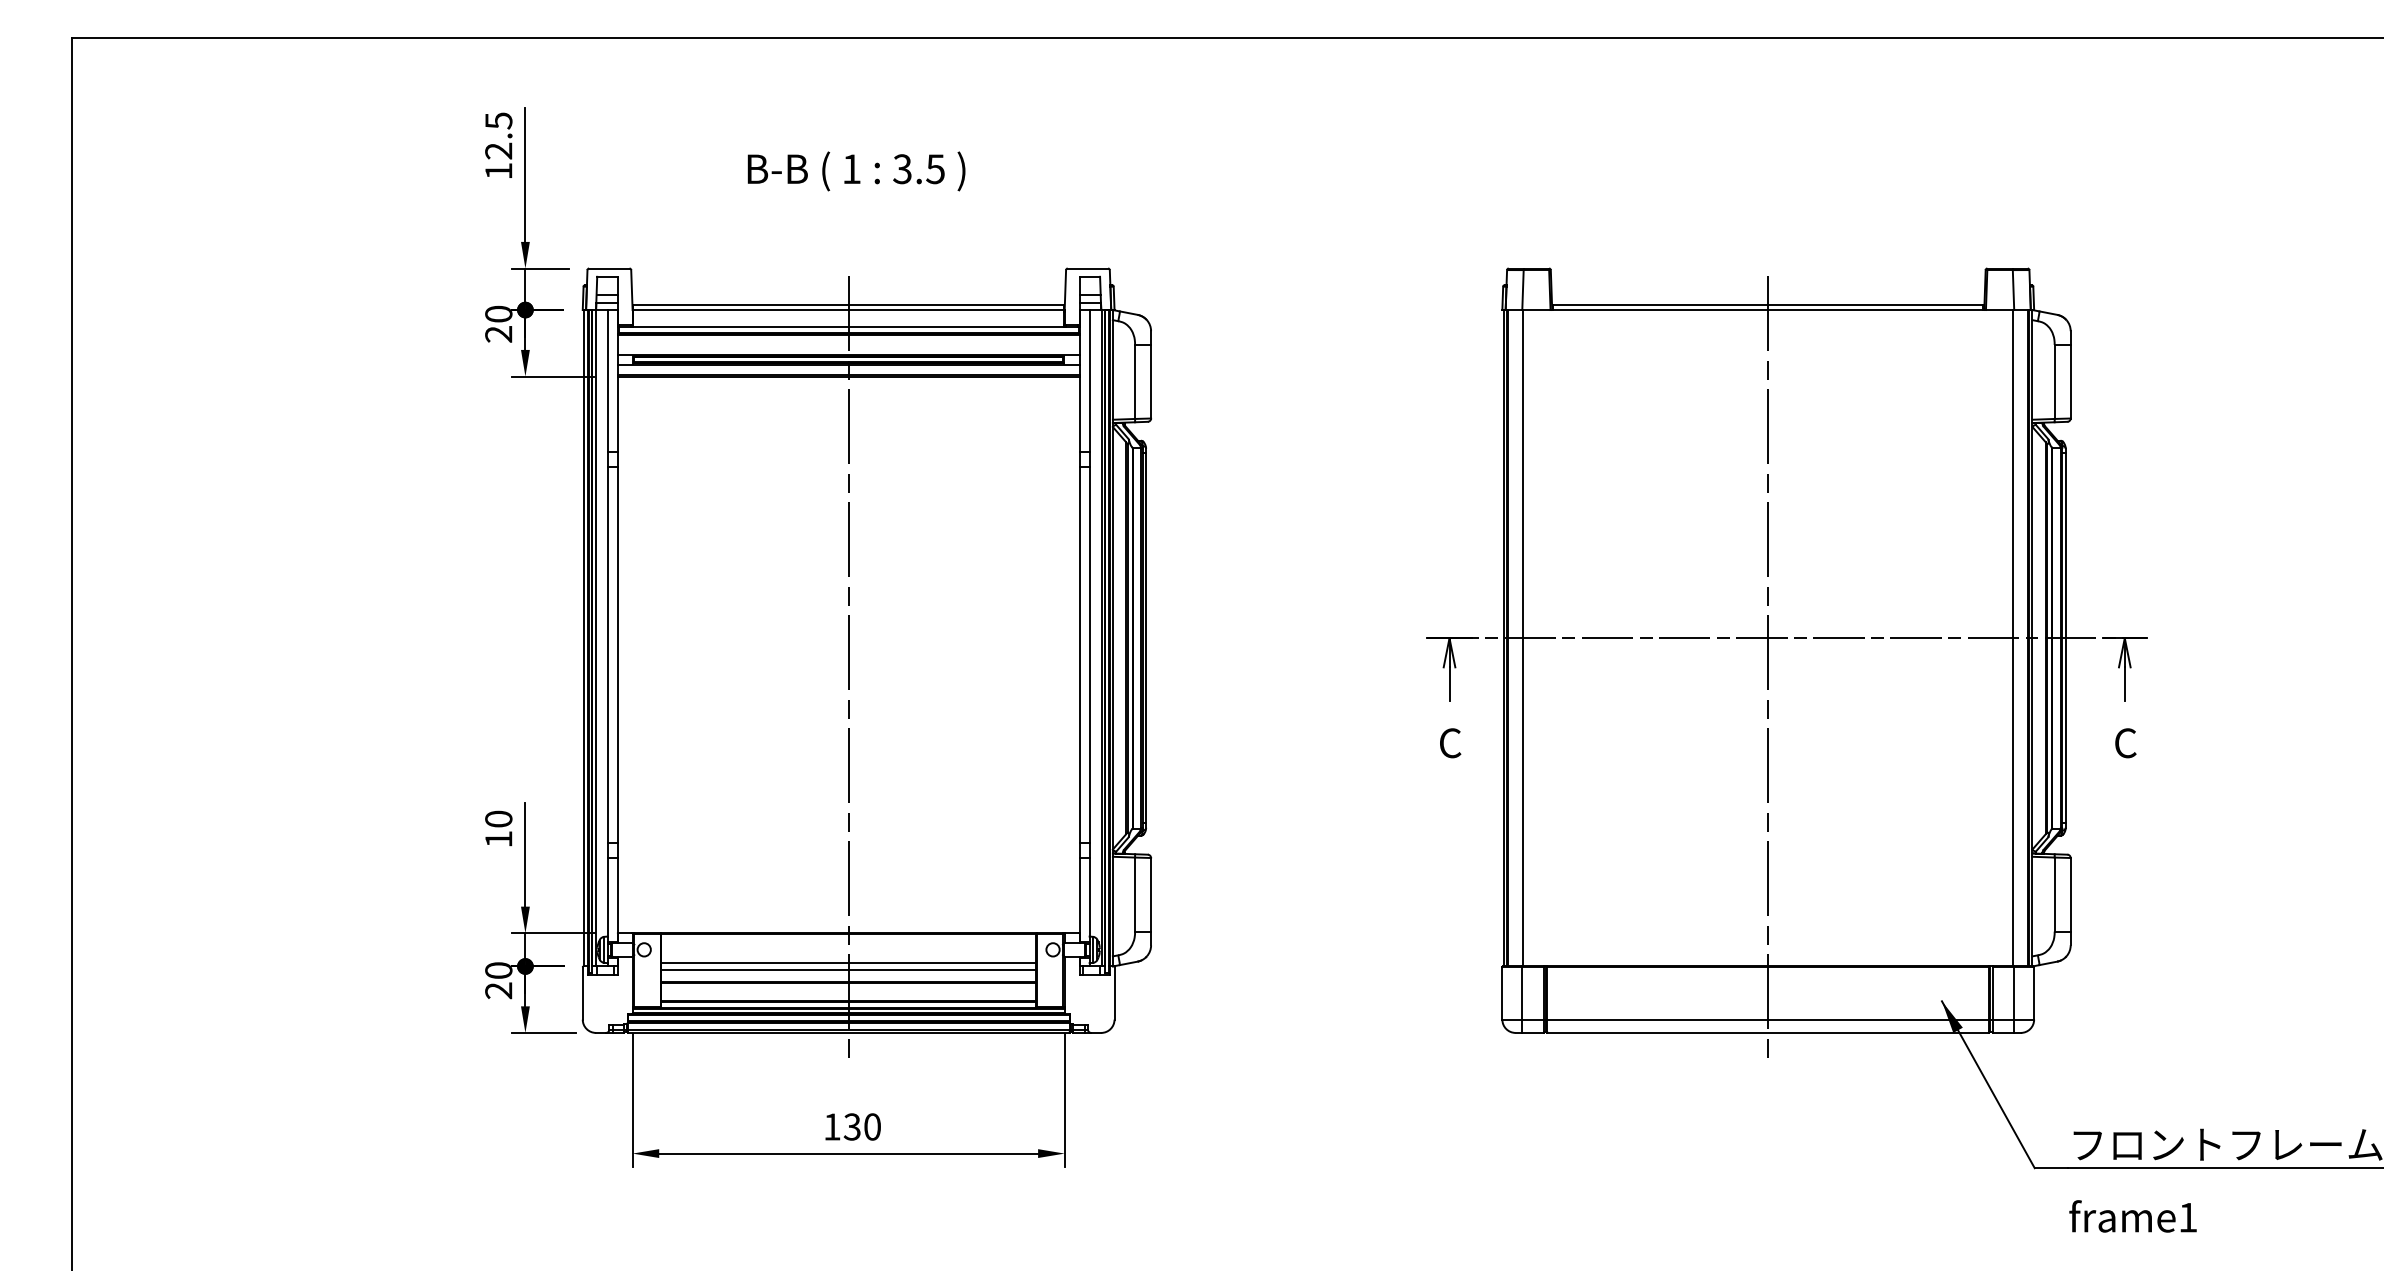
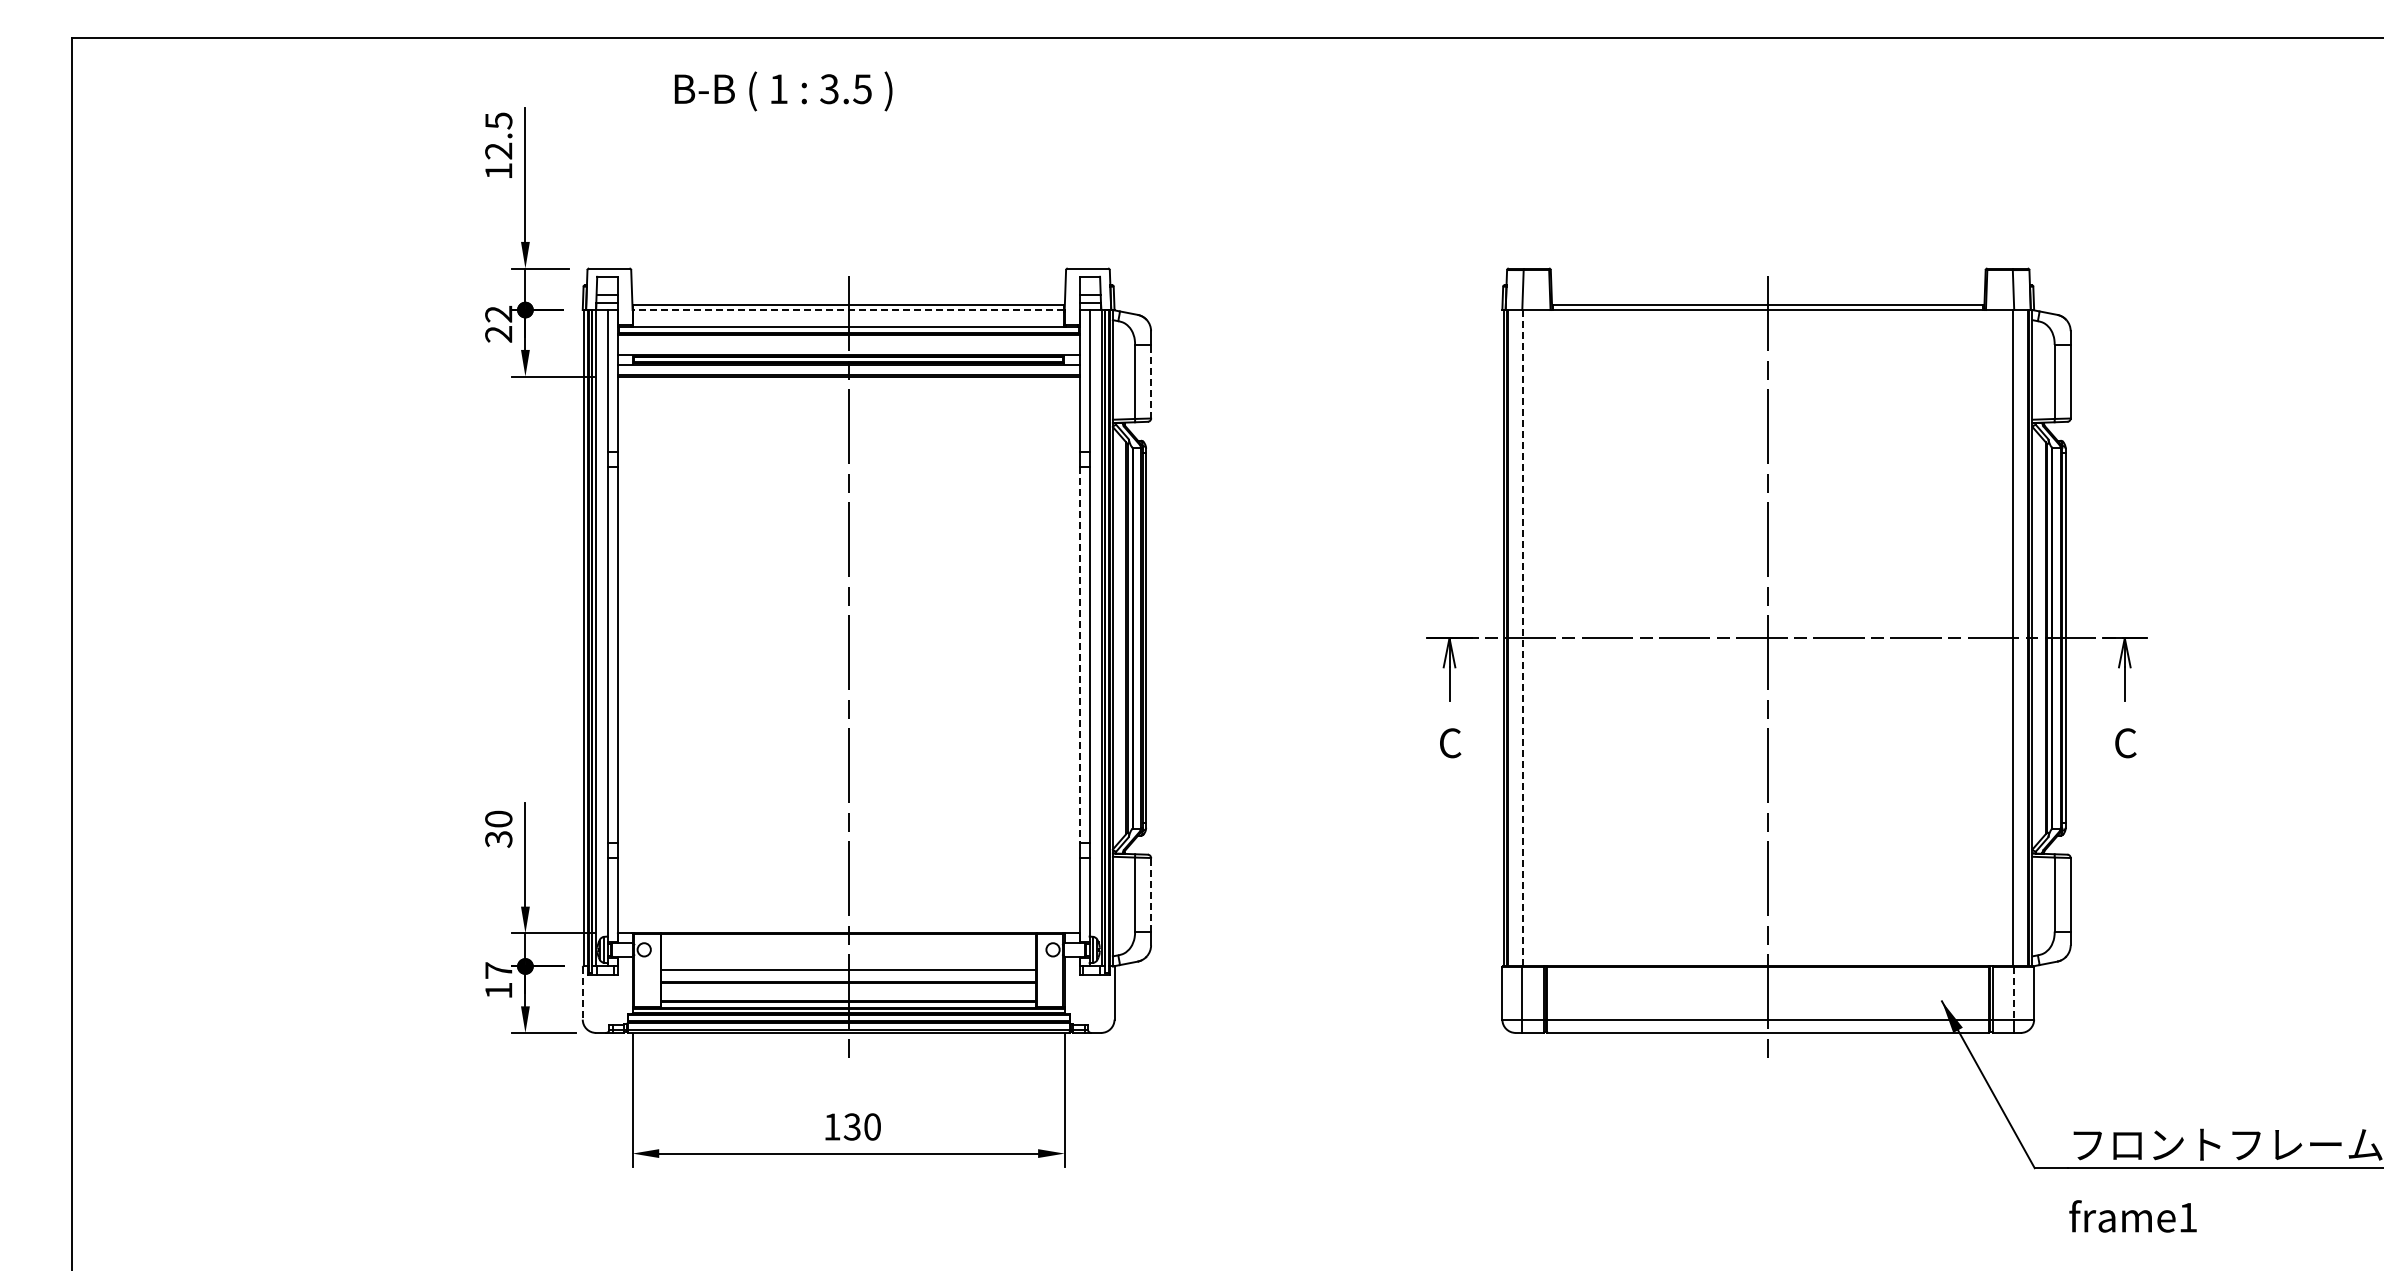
text at (856, 171) position: (856, 171) -> (783, 91)
line at (848, 310): solid -> dashed
text at (498, 313): 20 -> 22
line at (1151, 381): solid -> dashed
line at (1523, 637): solid -> dashed
line at (1079, 654): solid -> dashed
text at (498, 839): 10 -> 30
line at (1151, 894): solid -> dashed
line at (848, 963): present -> none
text at (498, 980): 20 -> 17
line at (582, 993): solid -> dashed
line at (2014, 993): solid -> dashed
